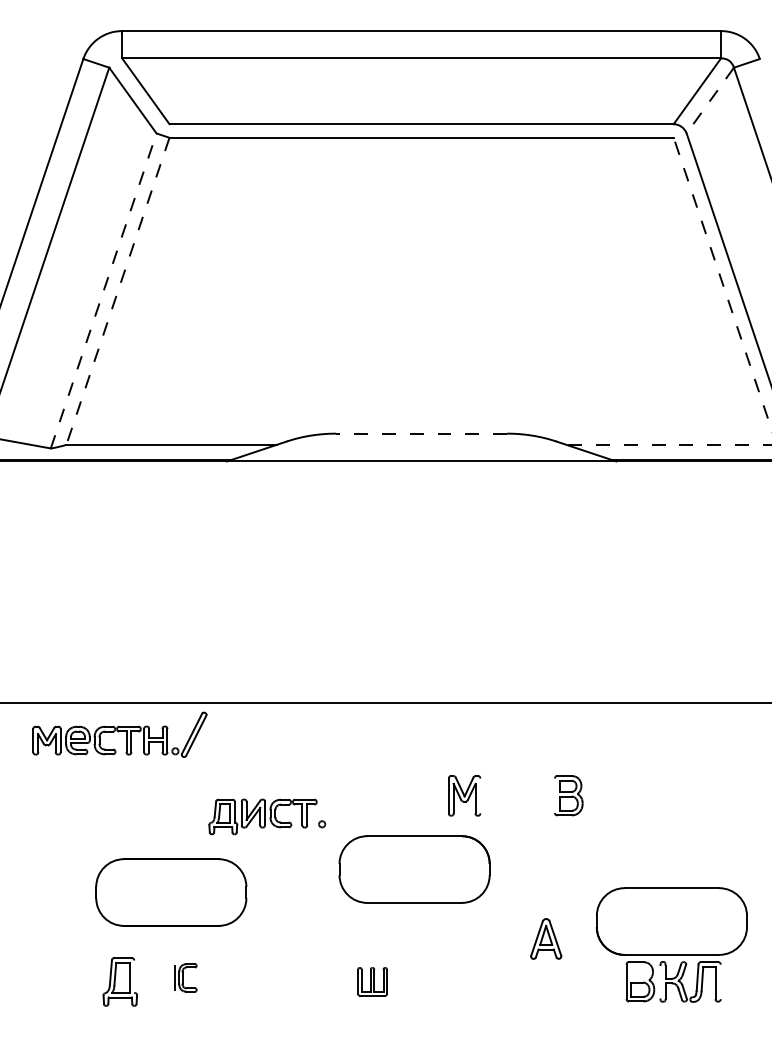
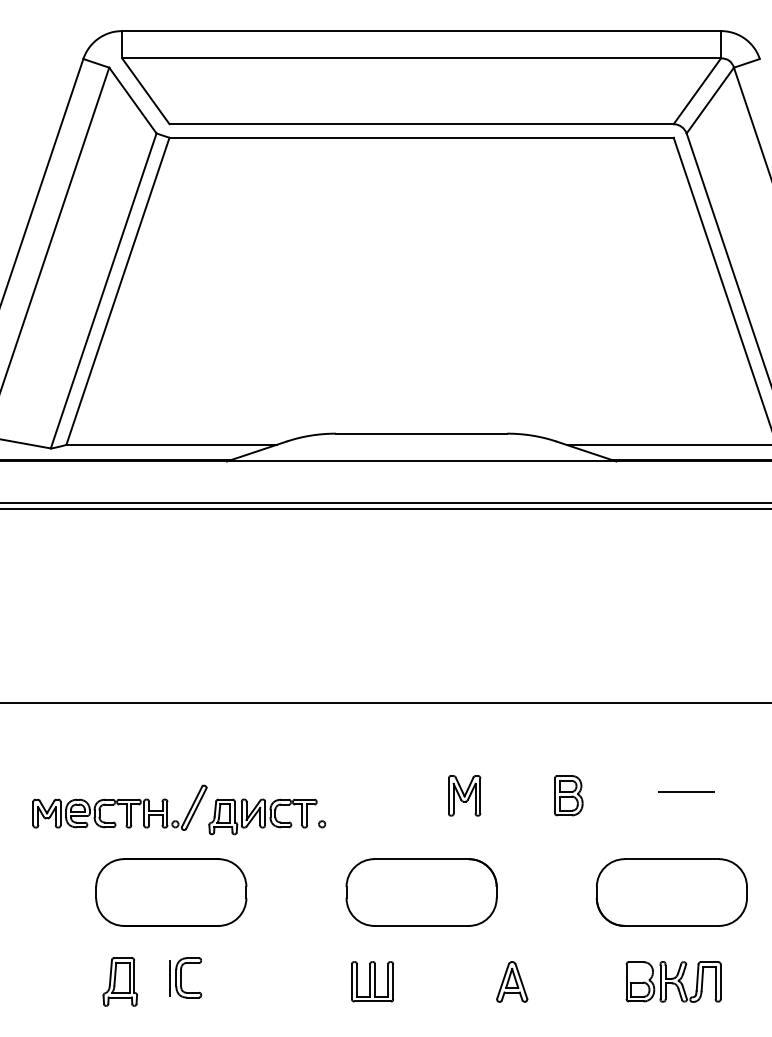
line at (710, 101): dashed -> solid
line at (722, 283): dashed -> solid
line at (103, 290): dashed -> solid
line at (117, 291): dashed -> solid
line at (421, 433): dashed -> solid
line at (669, 444): dashed -> solid
line at (385, 503): none -> present
line at (385, 508): none -> present
part at (119, 734) position: (119, 734) -> (119, 807)
line at (686, 791): none -> present
line at (480, 795): none -> present
line at (555, 795): none -> present
part at (414, 869) position: (414, 869) -> (421, 892)
part at (671, 921) position: (671, 921) -> (671, 892)
part at (546, 938) position: (546, 938) -> (512, 981)
line at (134, 976): none -> present
part at (185, 977) size: 24x30 px -> 34x42 px
part at (372, 981) size: 31x30 px -> 43x42 px
line at (660, 981): none -> present
line at (720, 981): none -> present
